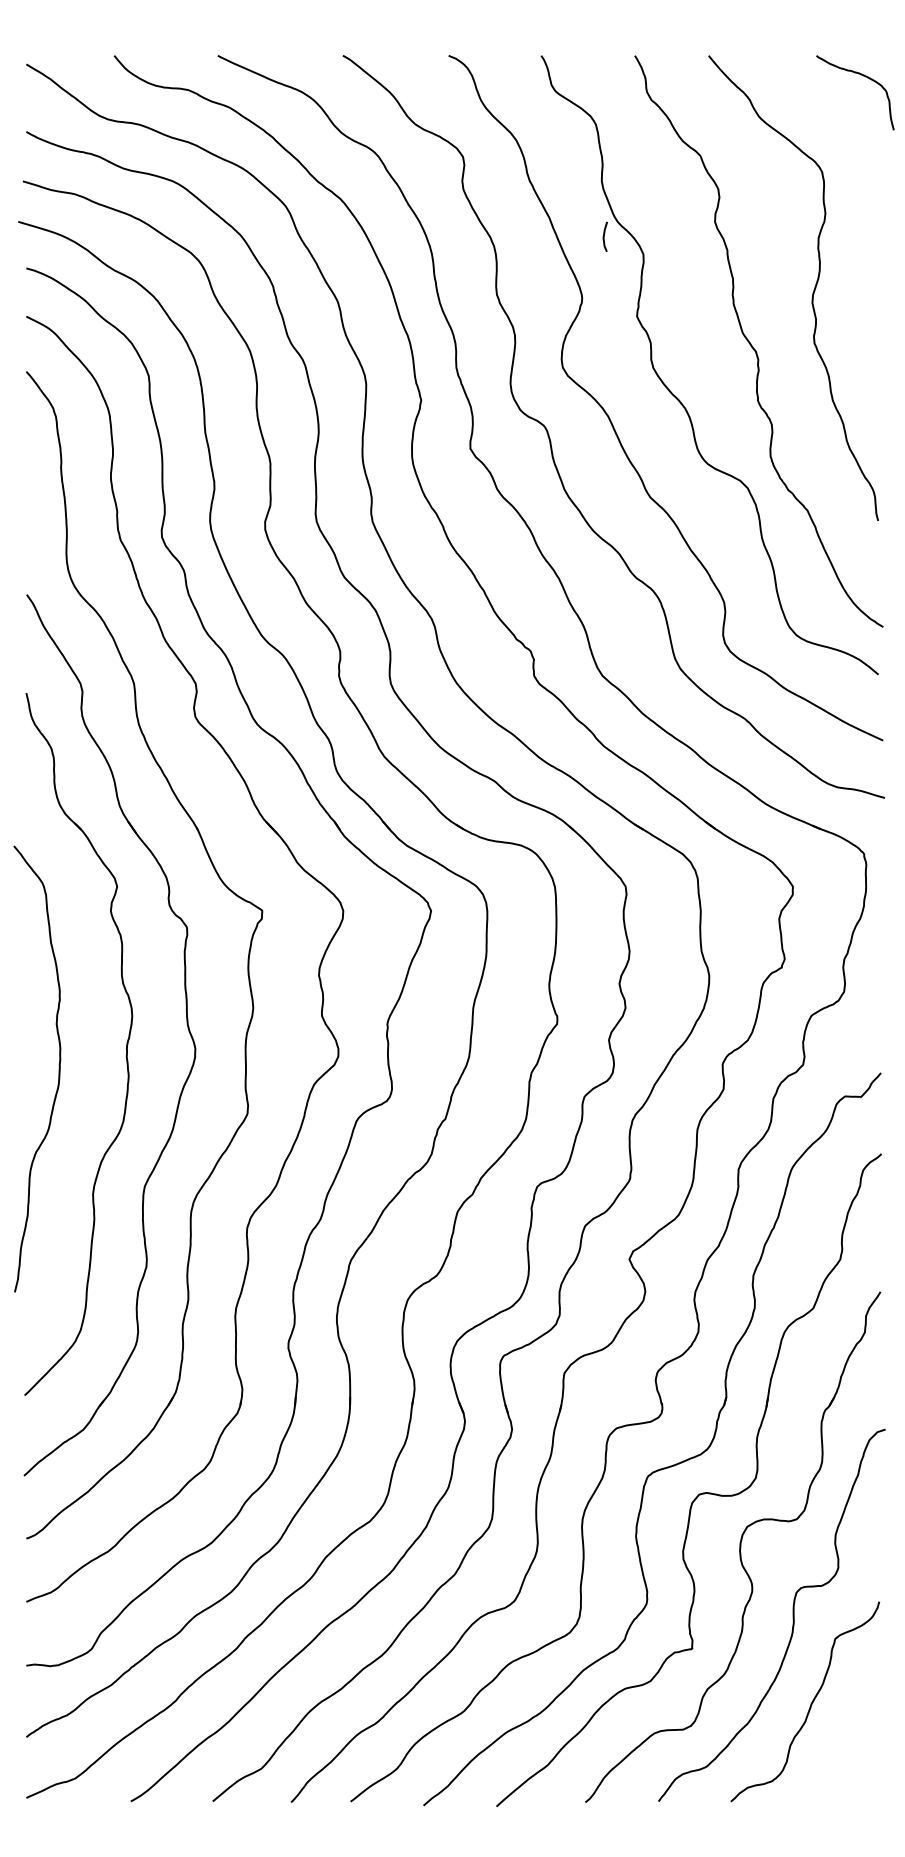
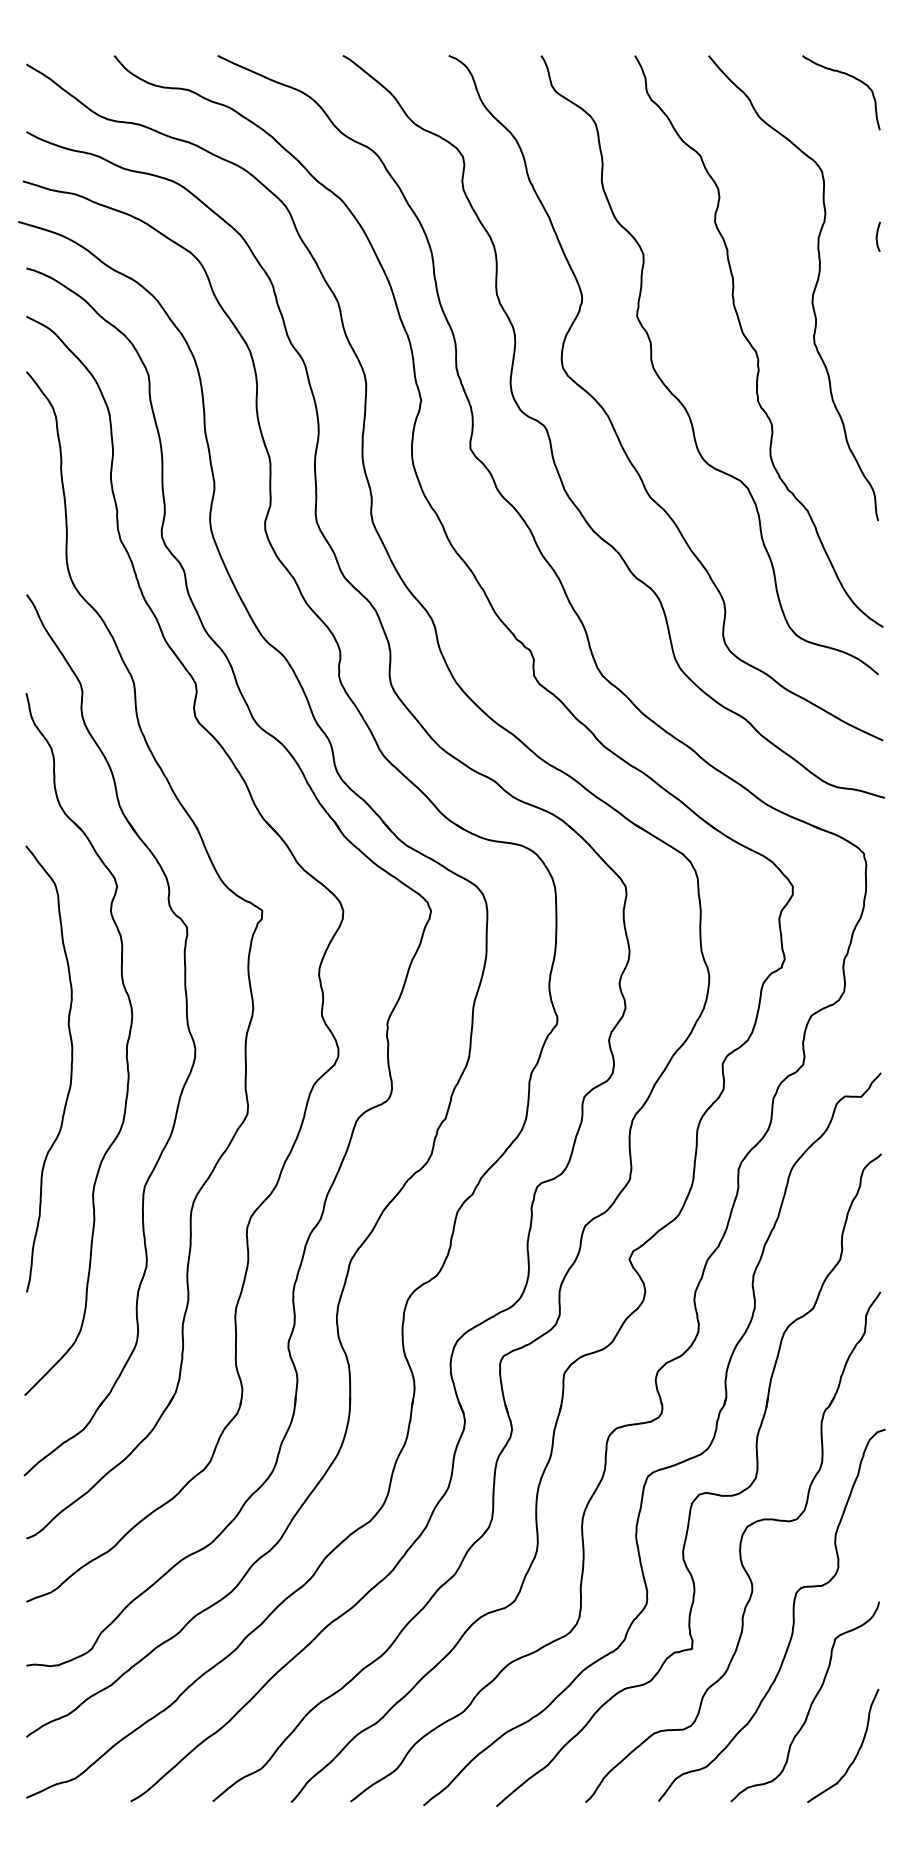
curve at (863, 76) position: (863, 76) -> (849, 76)
line at (604, 236) position: (604, 236) -> (877, 236)
curve at (58, 1068) position: (58, 1068) -> (70, 1068)
curve at (857, 1750): none -> present
